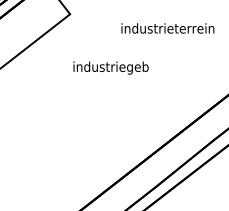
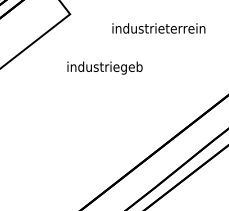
text at (167, 28) position: (167, 28) -> (158, 28)
text at (110, 67) position: (110, 67) -> (104, 67)
